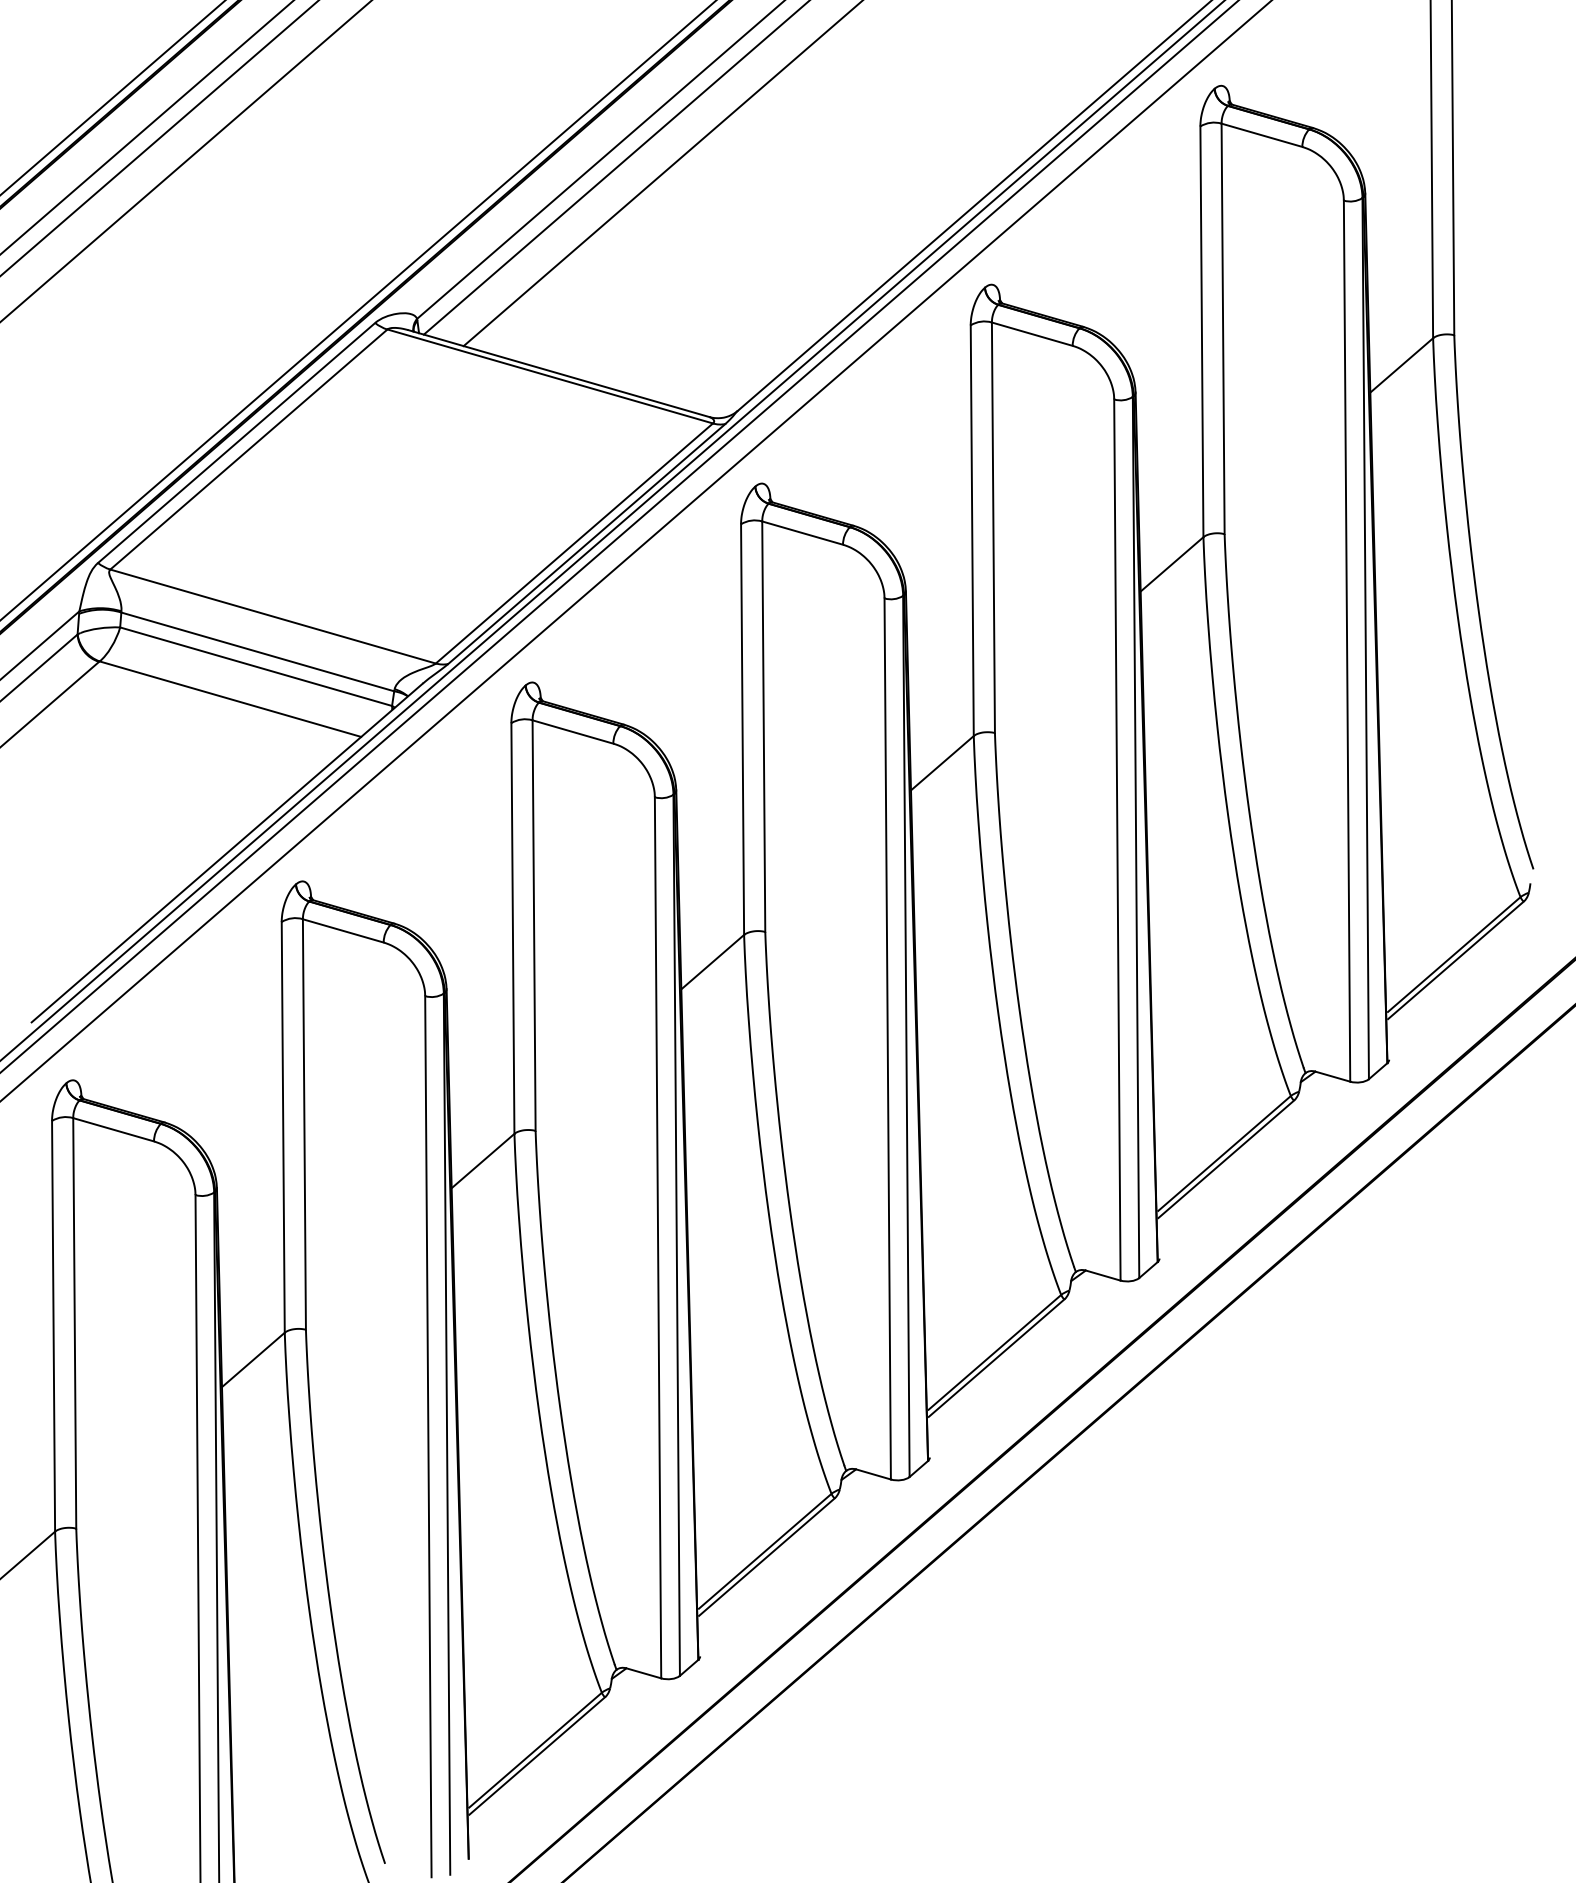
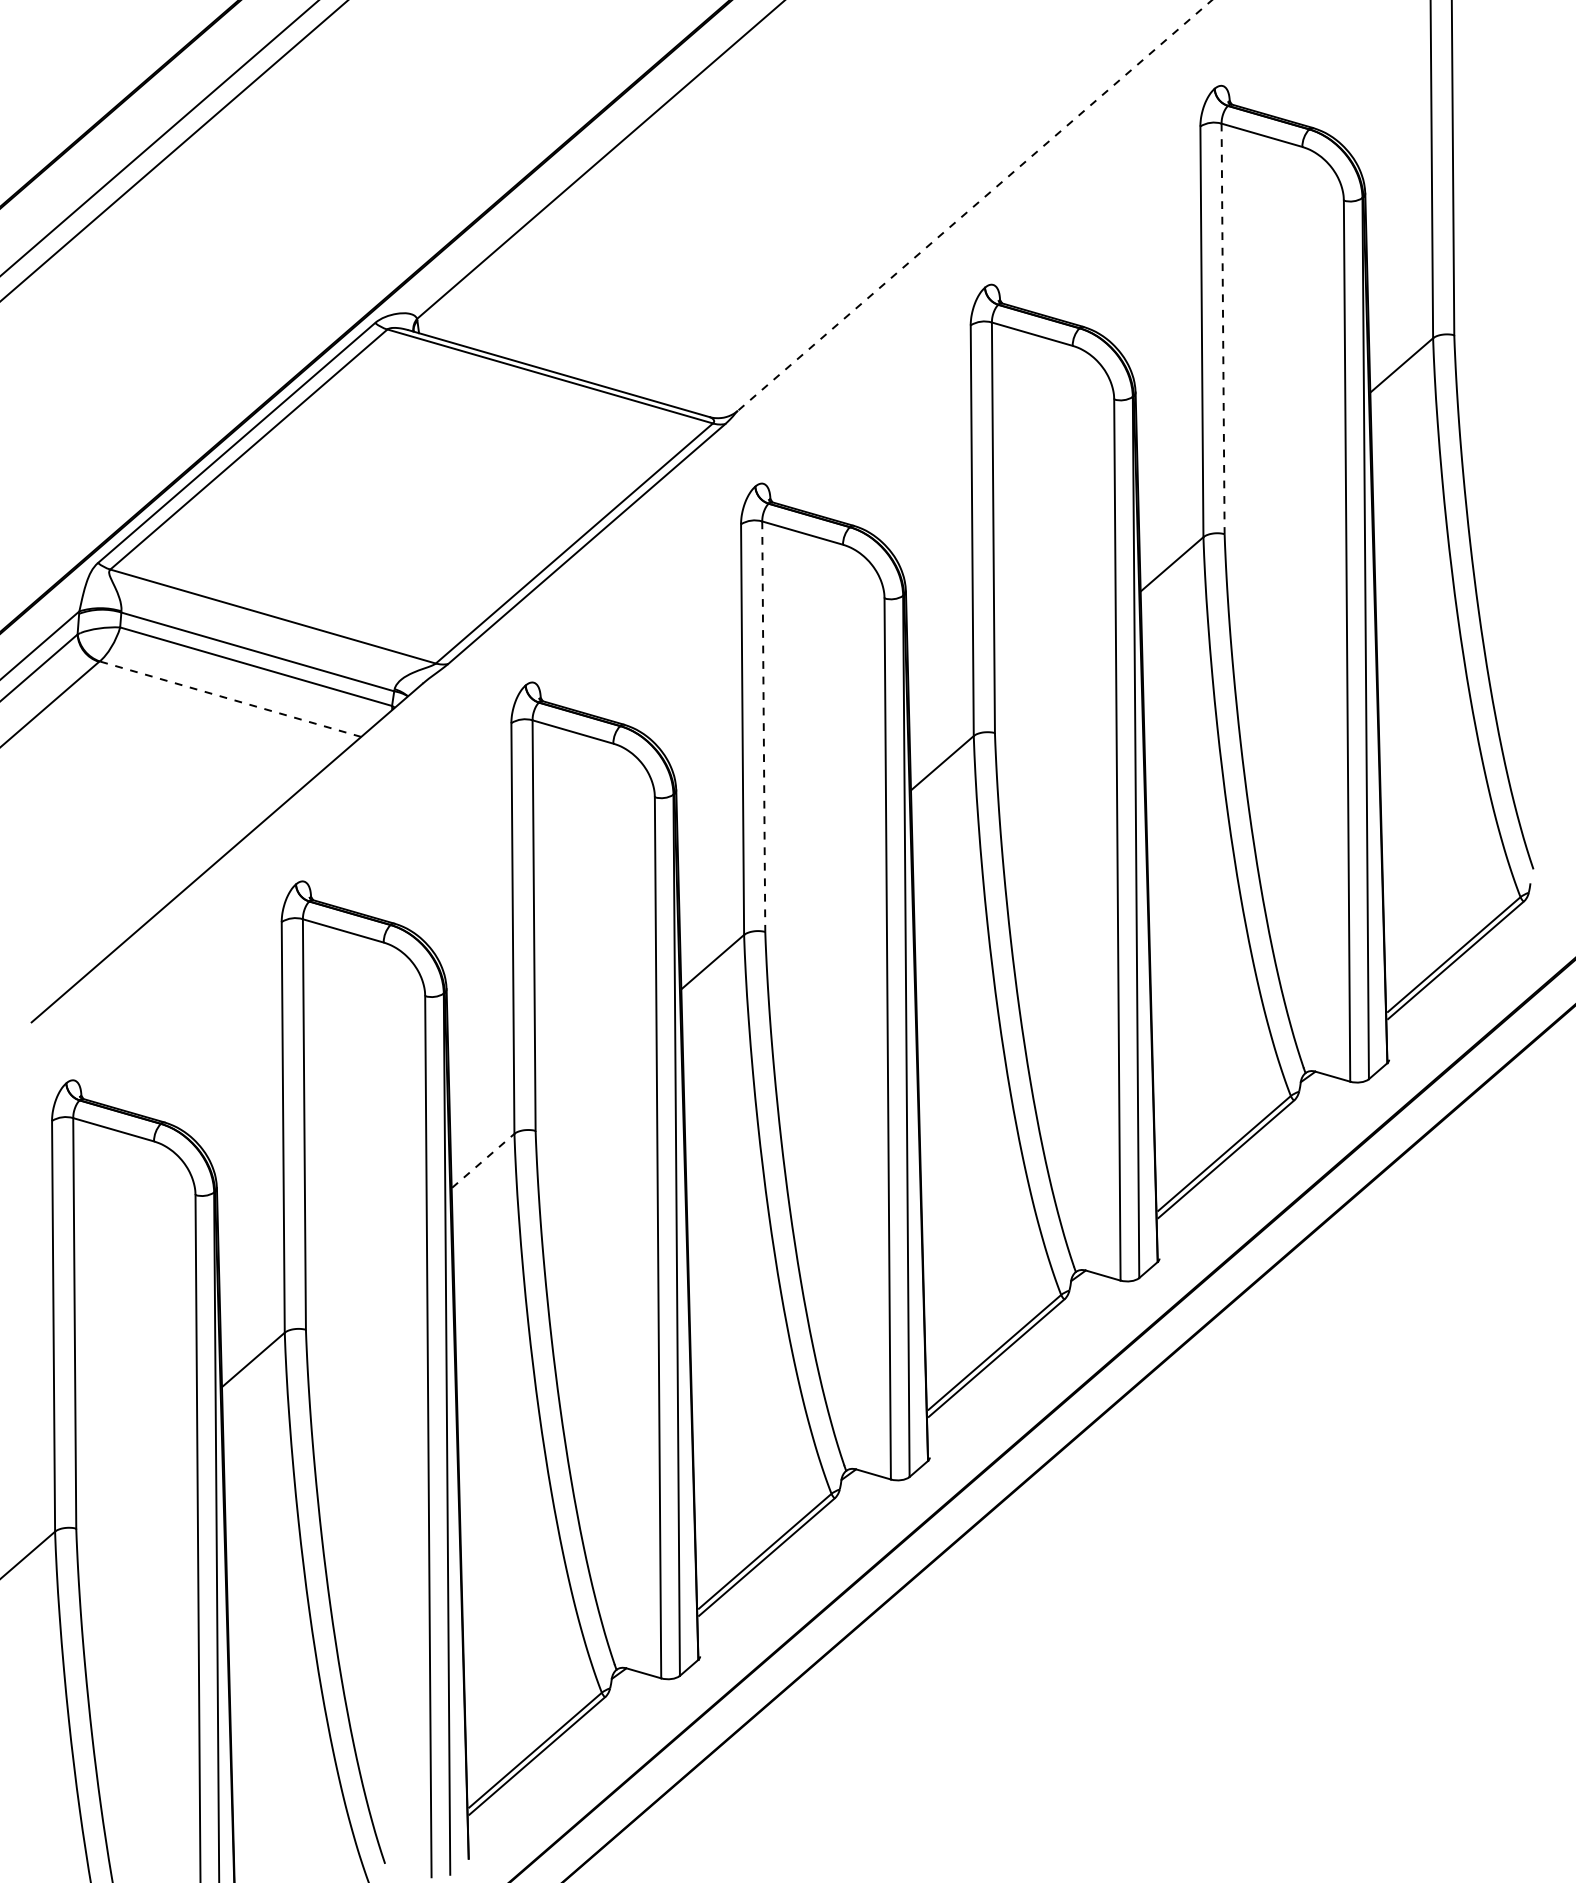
line at (112, 97): present -> none
line at (146, 127): present -> none
line at (185, 161) position: (185, 161) -> (173, 150)
line at (615, 168): present -> none
line at (661, 174): present -> none
line at (974, 206): solid -> dashed
line at (358, 310): present -> none
line at (1223, 329): solid -> dashed
line at (612, 530): present -> none
line at (619, 536): present -> none
line at (635, 550): present -> none
line at (230, 699): solid -> dashed
line at (763, 727): solid -> dashed
line at (483, 1160): solid -> dashed
